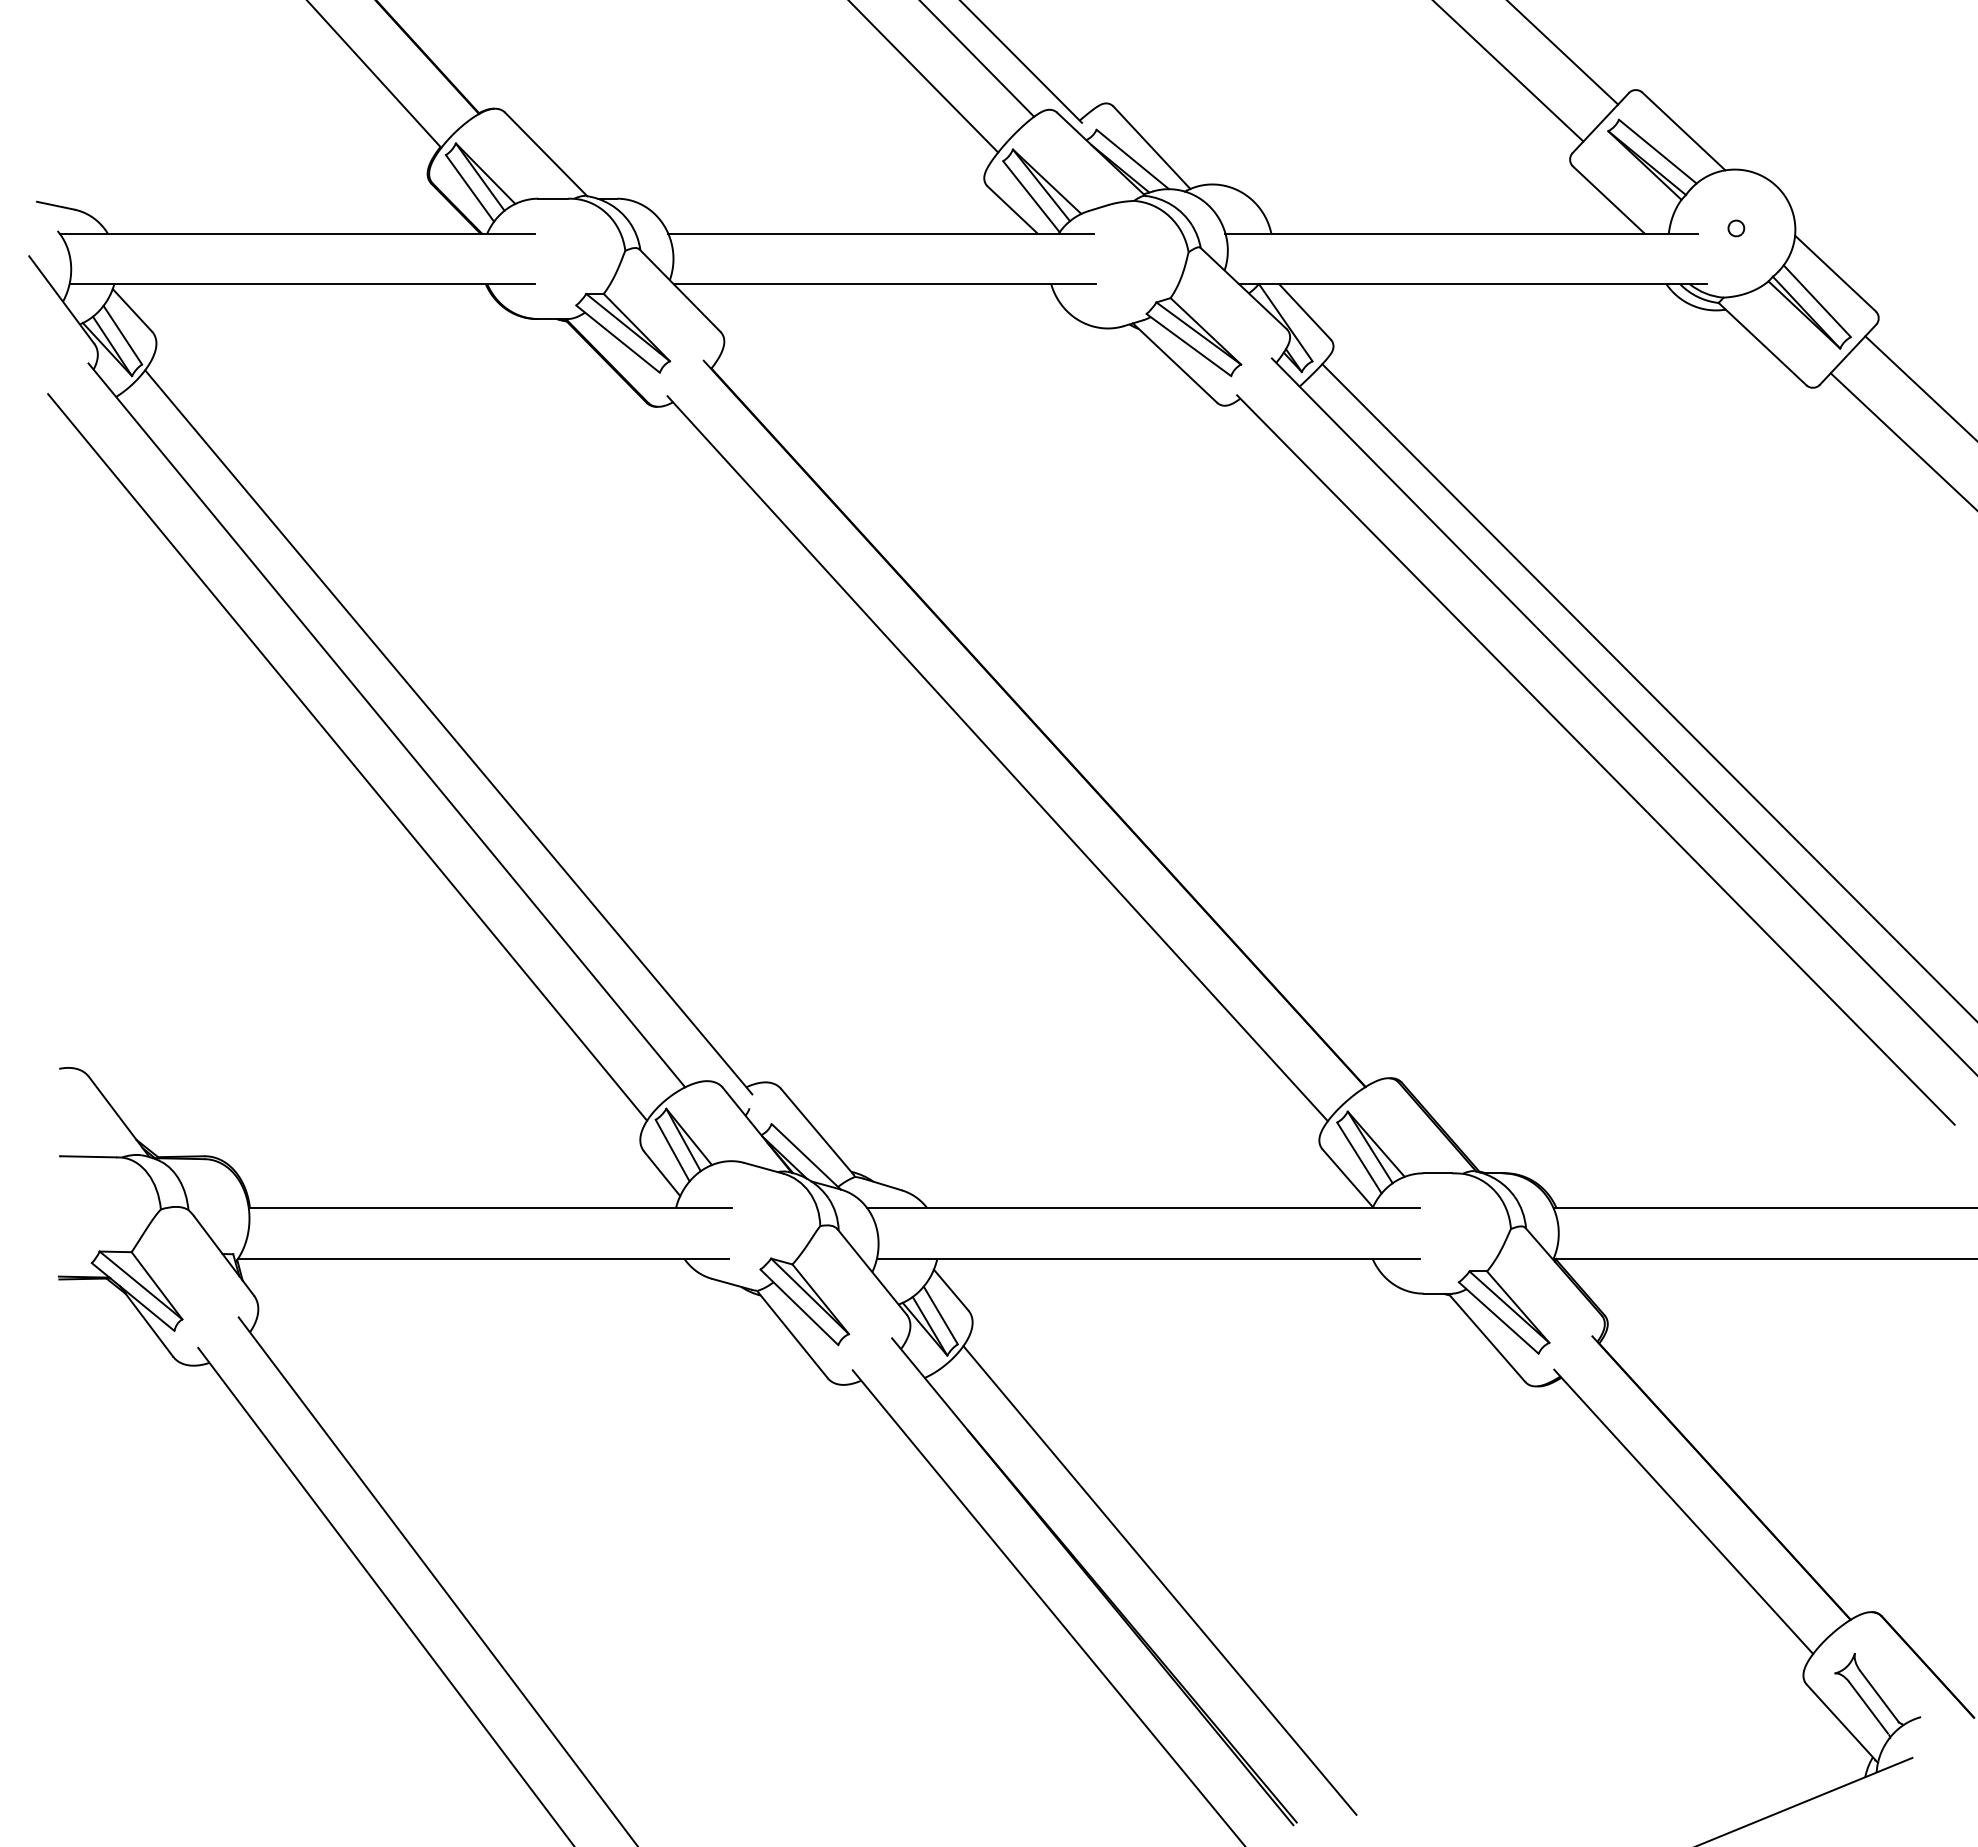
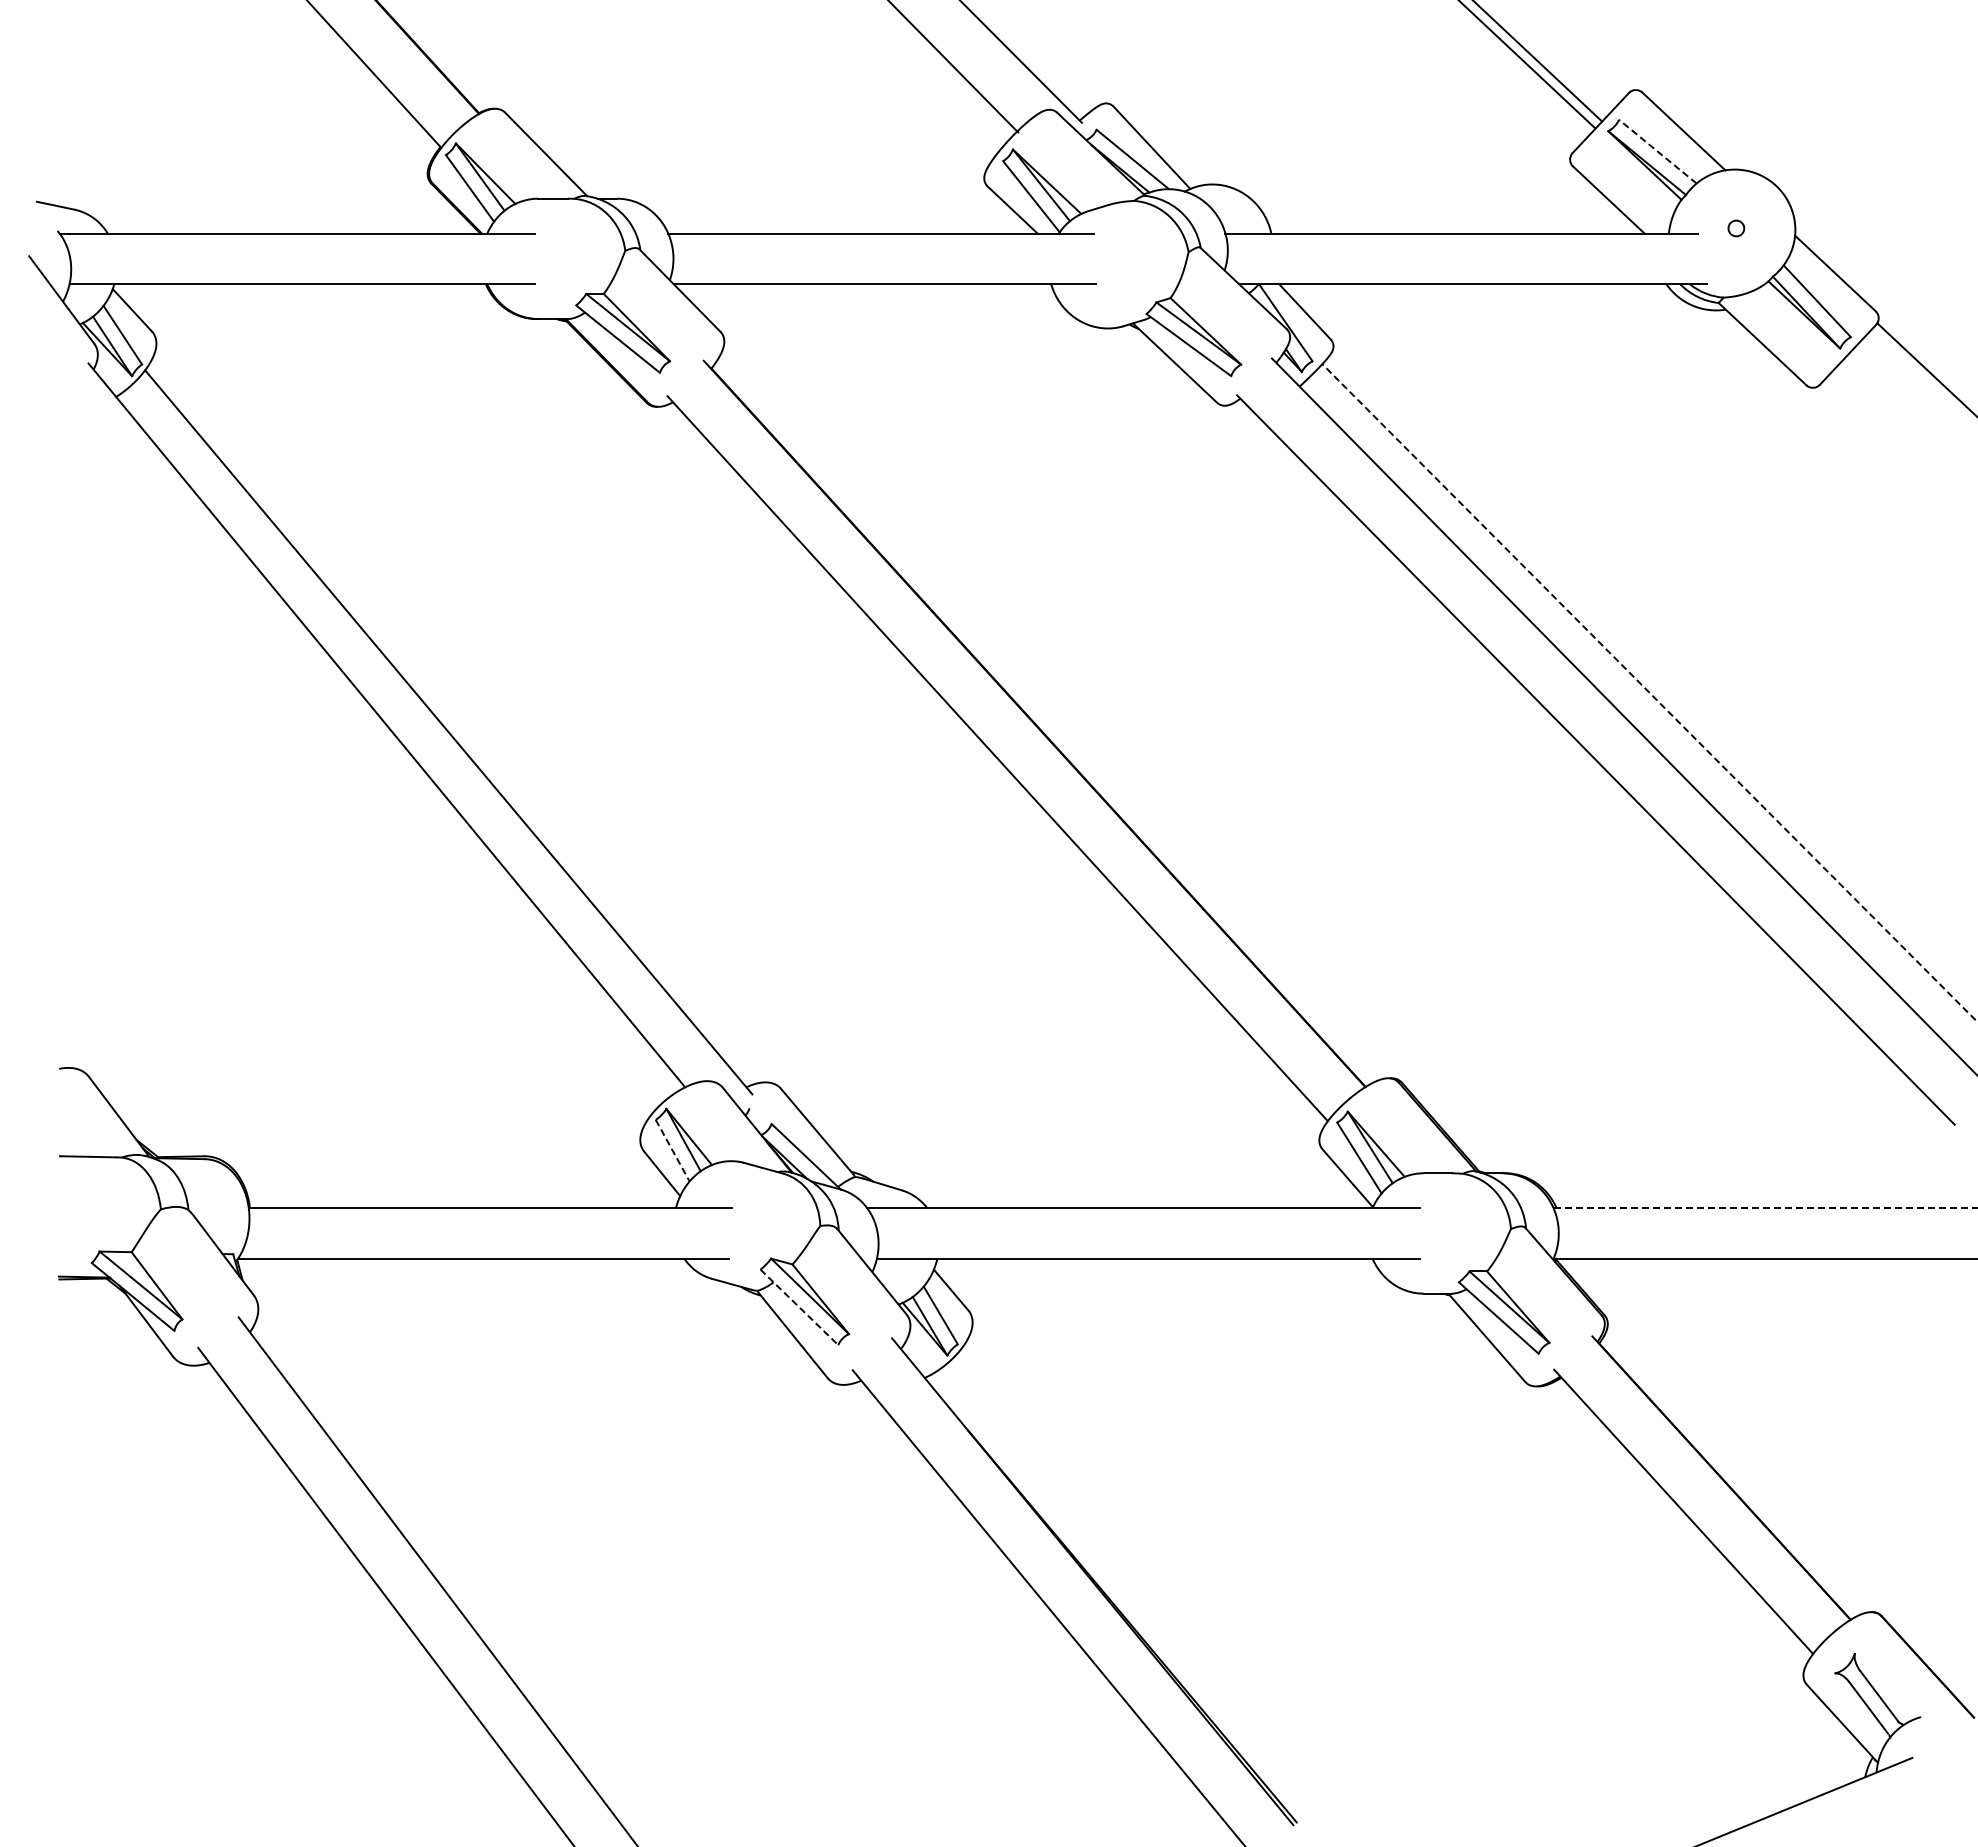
line at (1563, 53) position: (1563, 53) -> (1538, 61)
line at (977, 59): present -> none
line at (1509, 71) position: (1509, 71) -> (1528, 65)
line at (924, 77) position: (924, 77) -> (953, 67)
line at (1657, 151): solid -> dashed
line at (1919, 387) position: (1919, 387) -> (1925, 368)
line at (1902, 440): present -> none
line at (1649, 692): solid -> dashed
line at (347, 757): present -> none
line at (672, 1151): solid -> dashed
line at (1765, 1208): solid -> dashed
line at (799, 1307): solid -> dashed
line at (1159, 1580): present -> none
